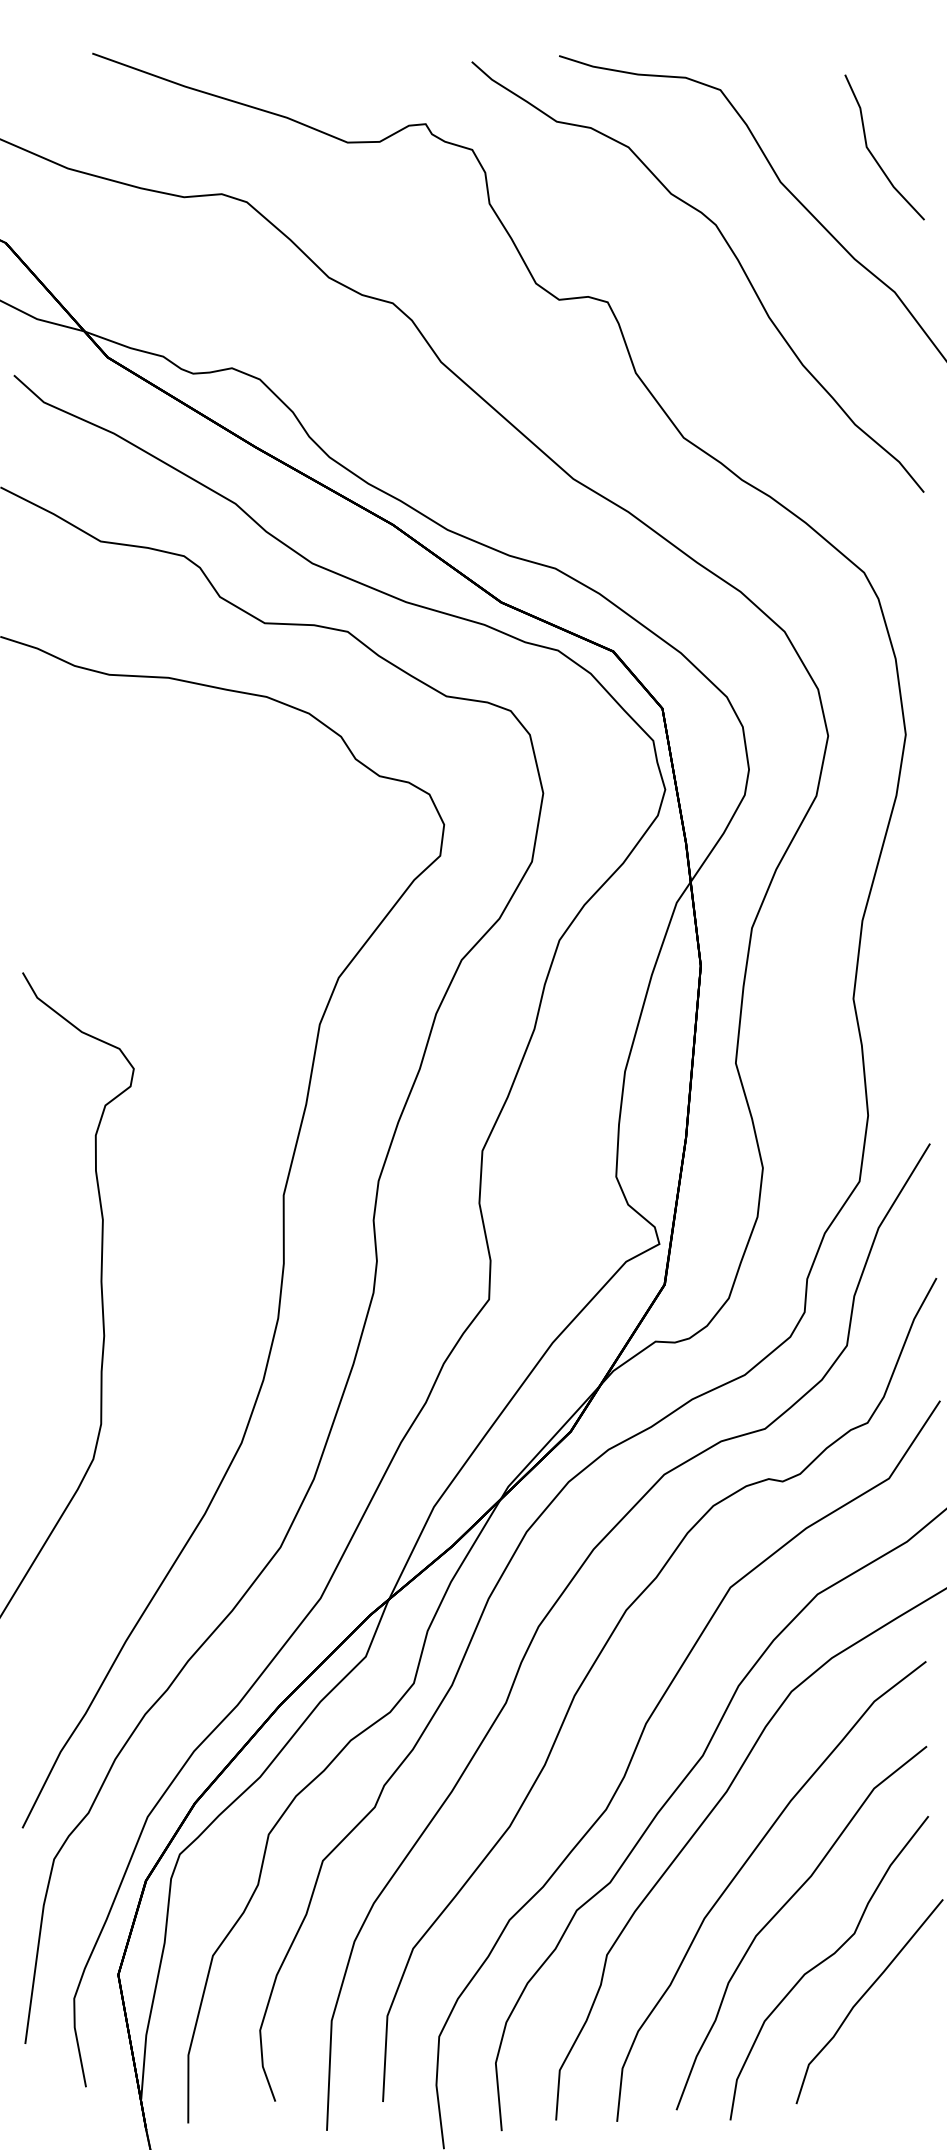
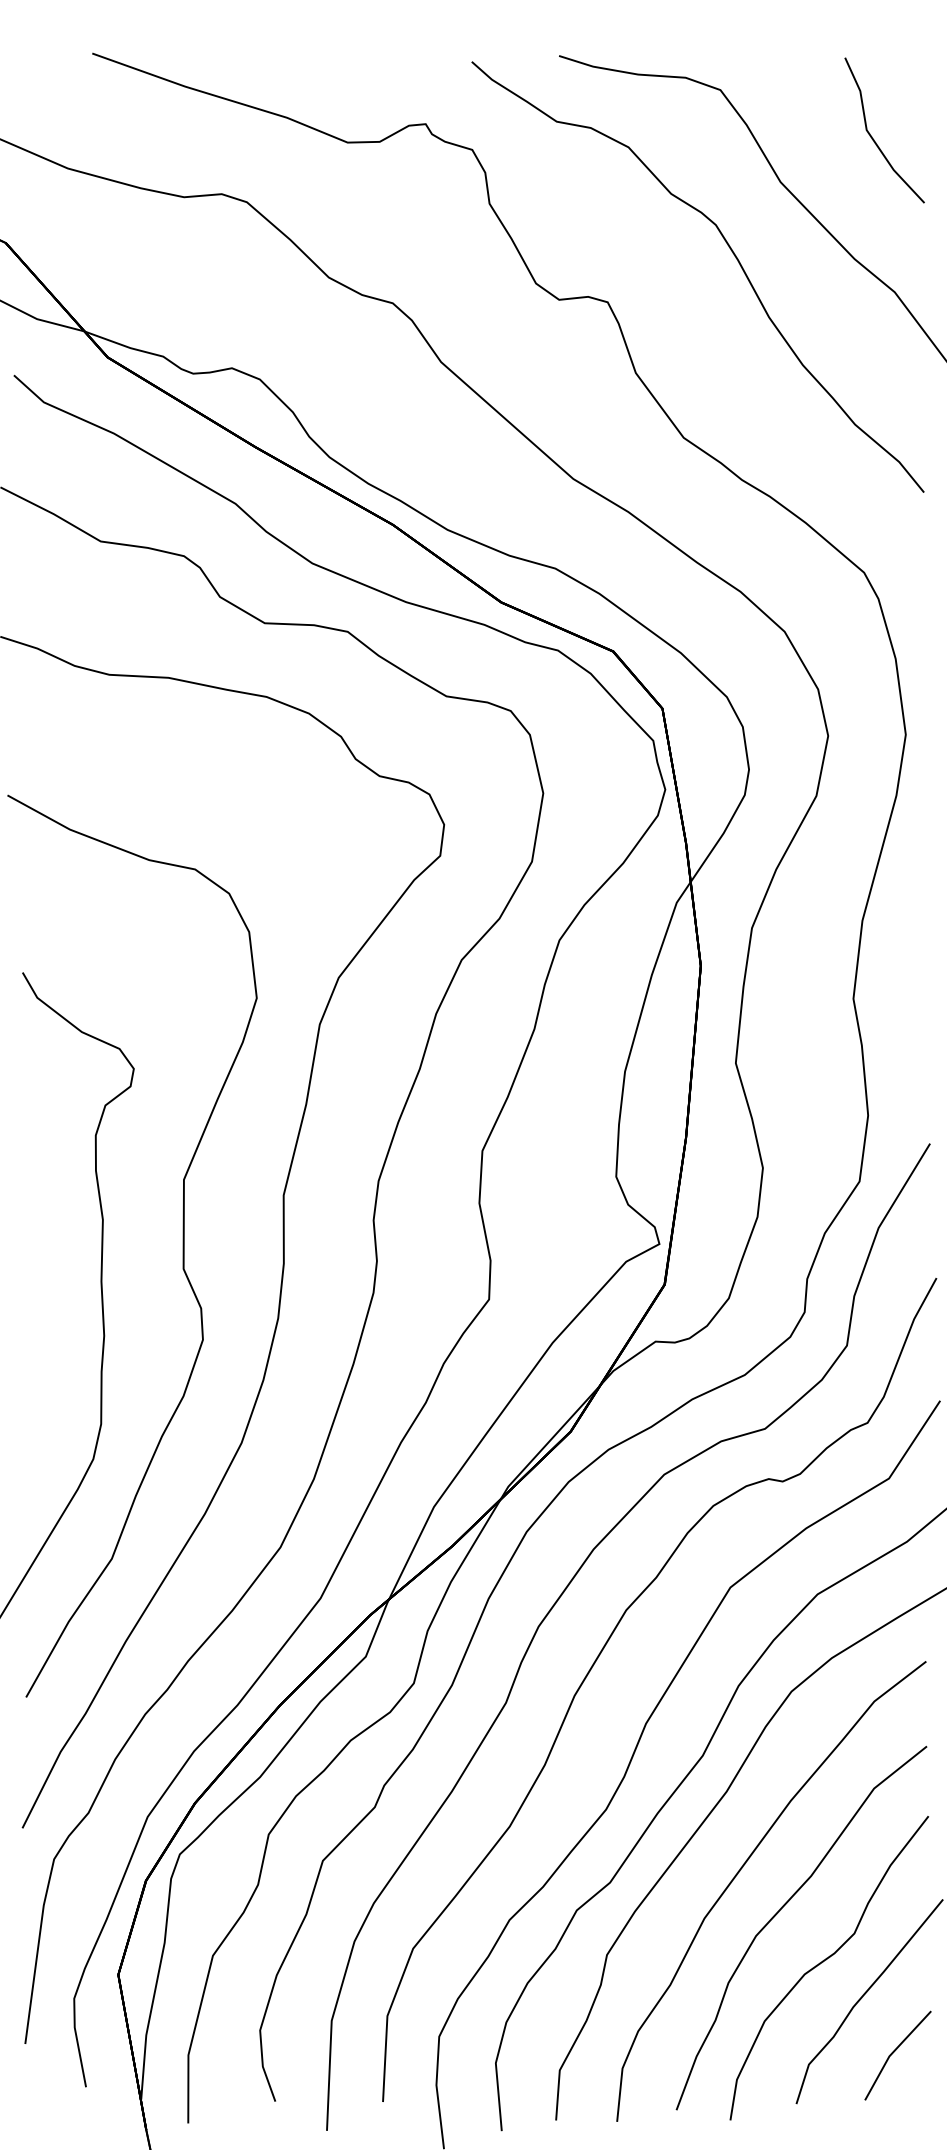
line at (872, 153) position: (872, 153) -> (872, 136)
curve at (182, 1245): none -> present
line at (894, 2052): none -> present
